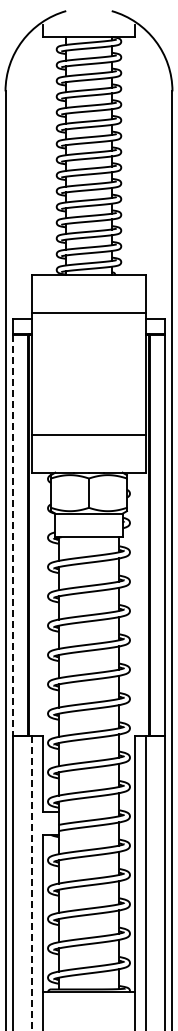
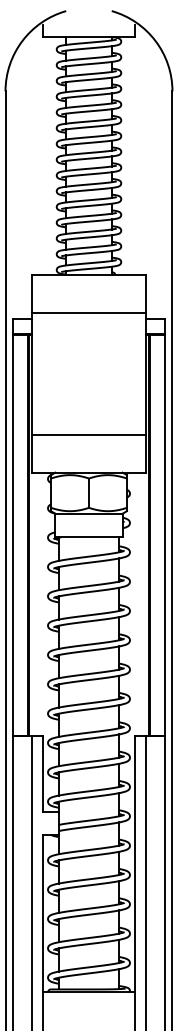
line at (13, 535): dashed -> solid
line at (32, 883): dashed -> solid
